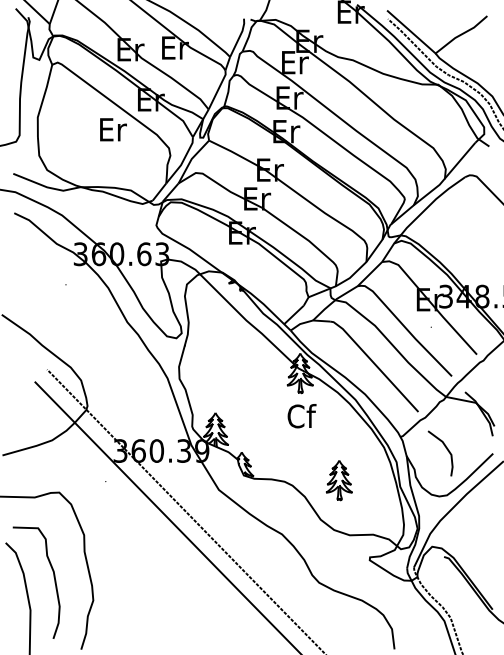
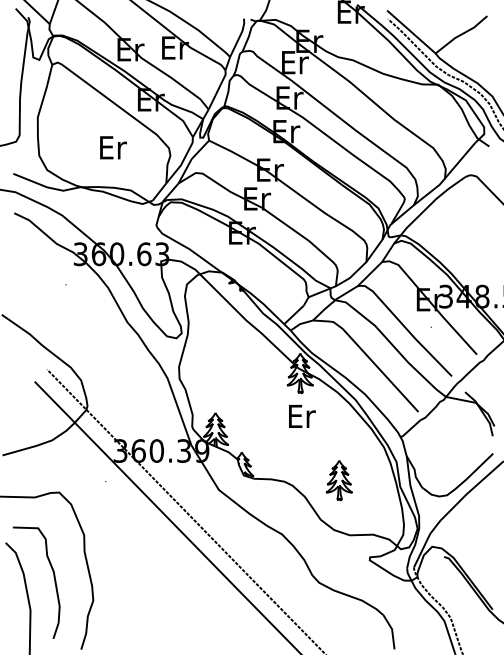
text at (113, 129) position: (113, 129) -> (113, 147)
text at (301, 416): Cf -> Er
line at (446, 449): present -> none
